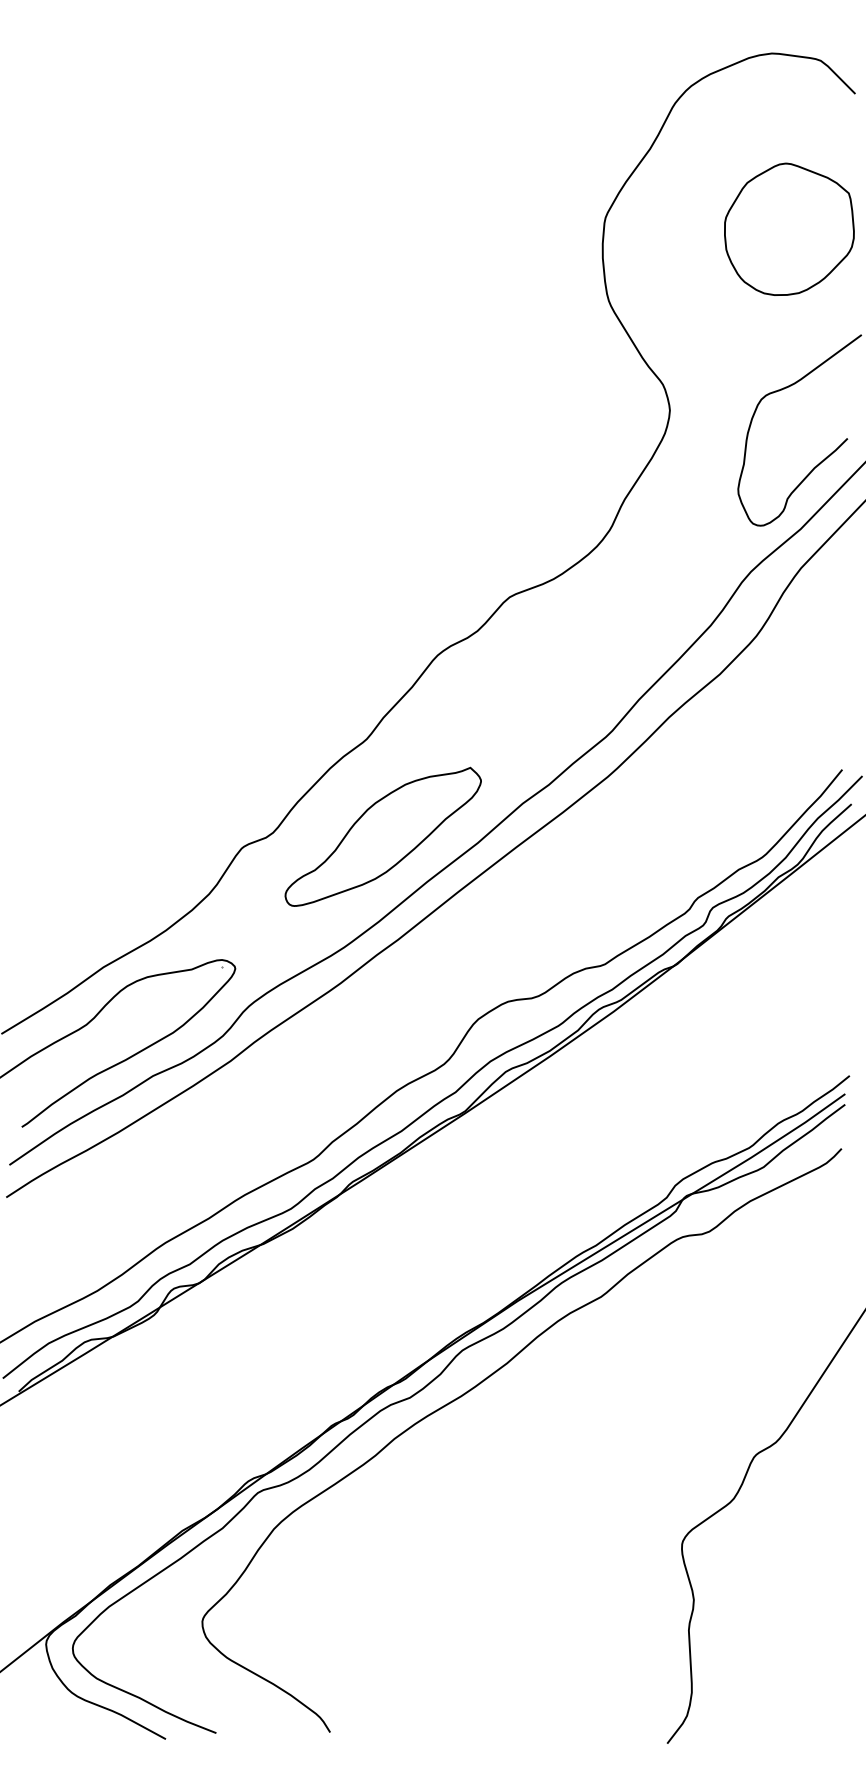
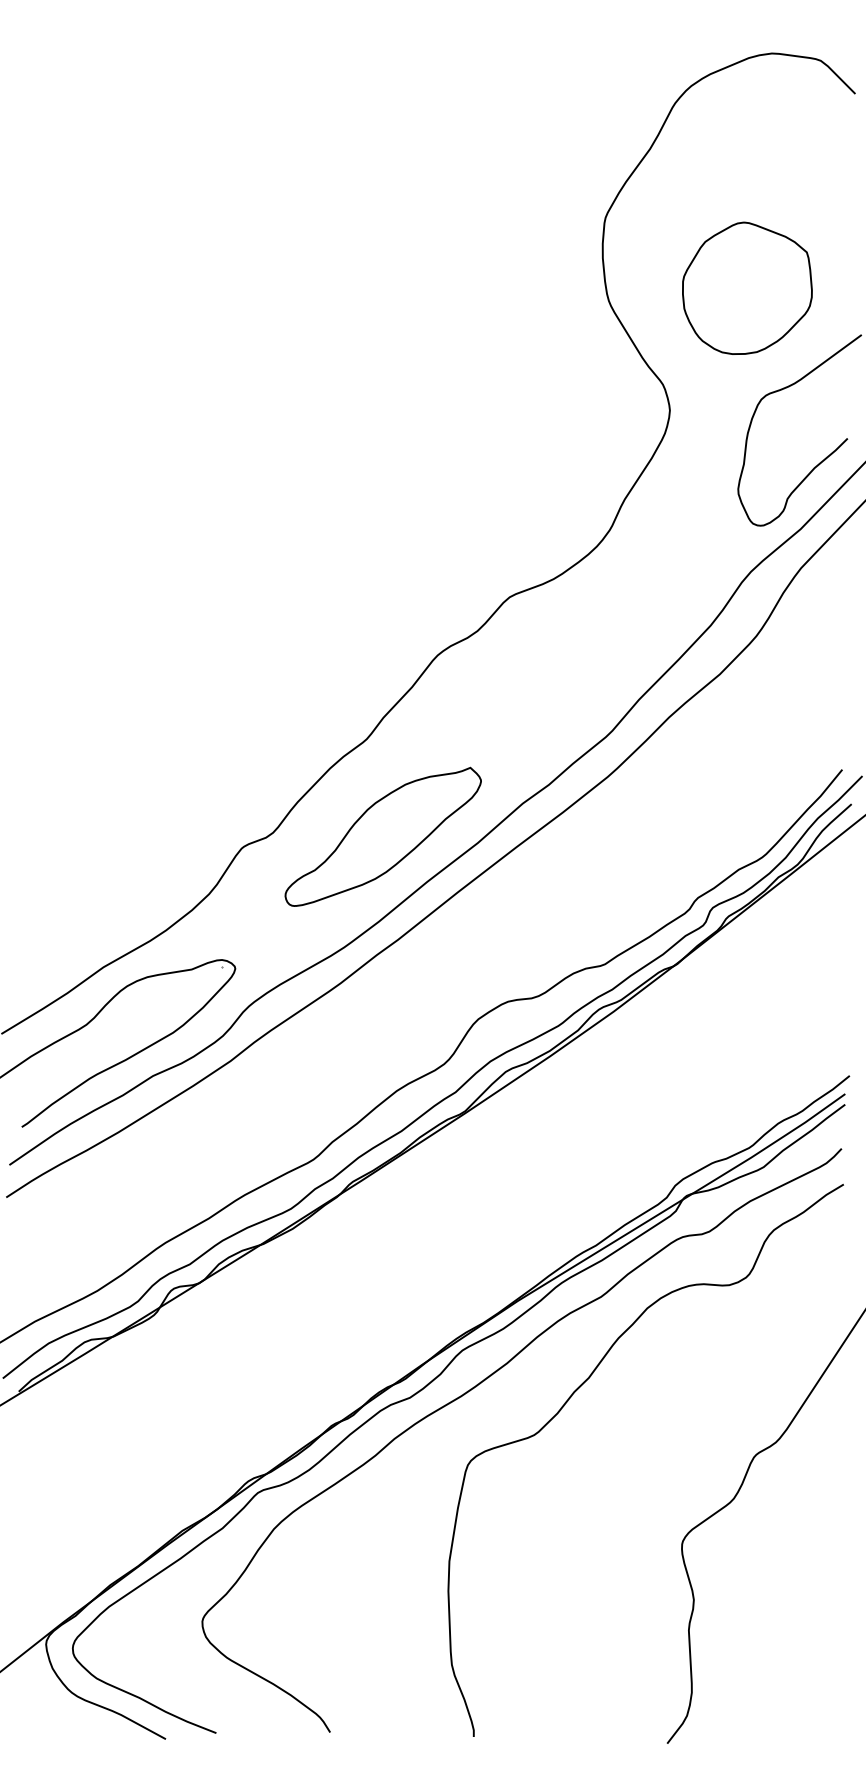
part at (789, 228) position: (789, 228) -> (747, 287)
curve at (568, 1401): none -> present
